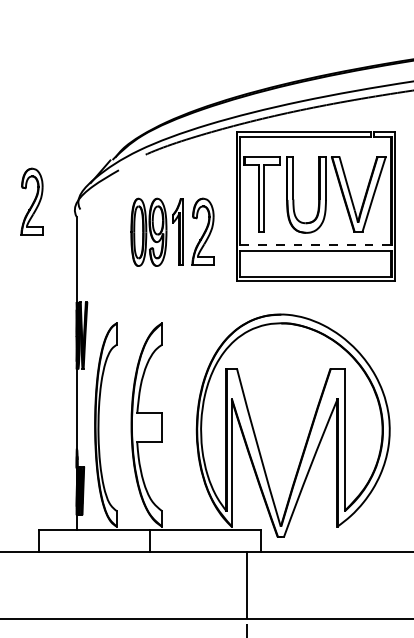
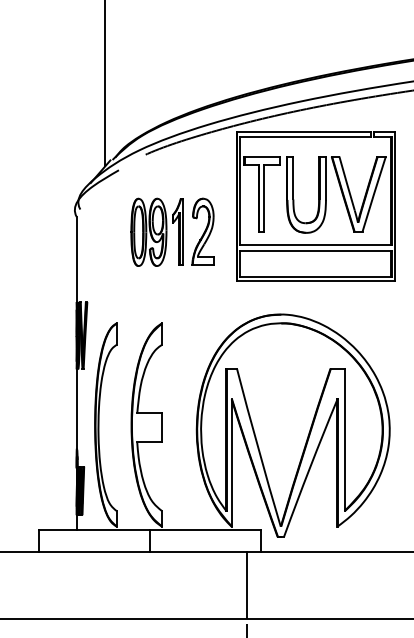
line at (105, 84): none -> present
part at (31, 201): present -> none
line at (315, 245): dashed -> solid
